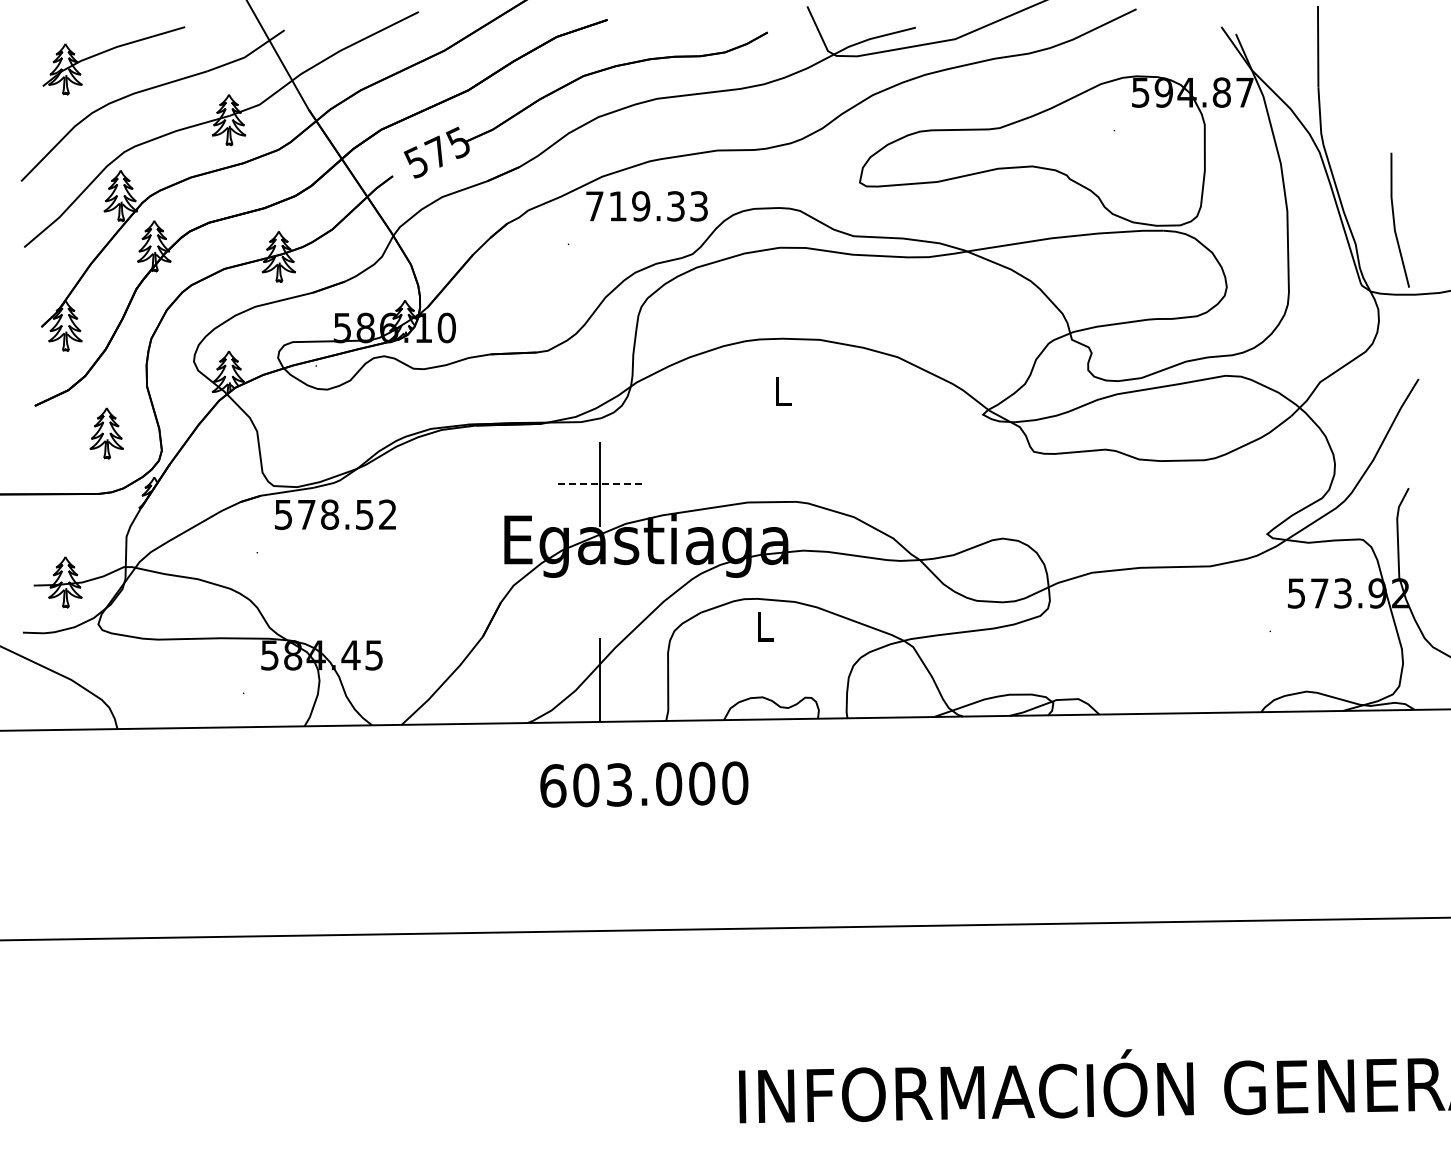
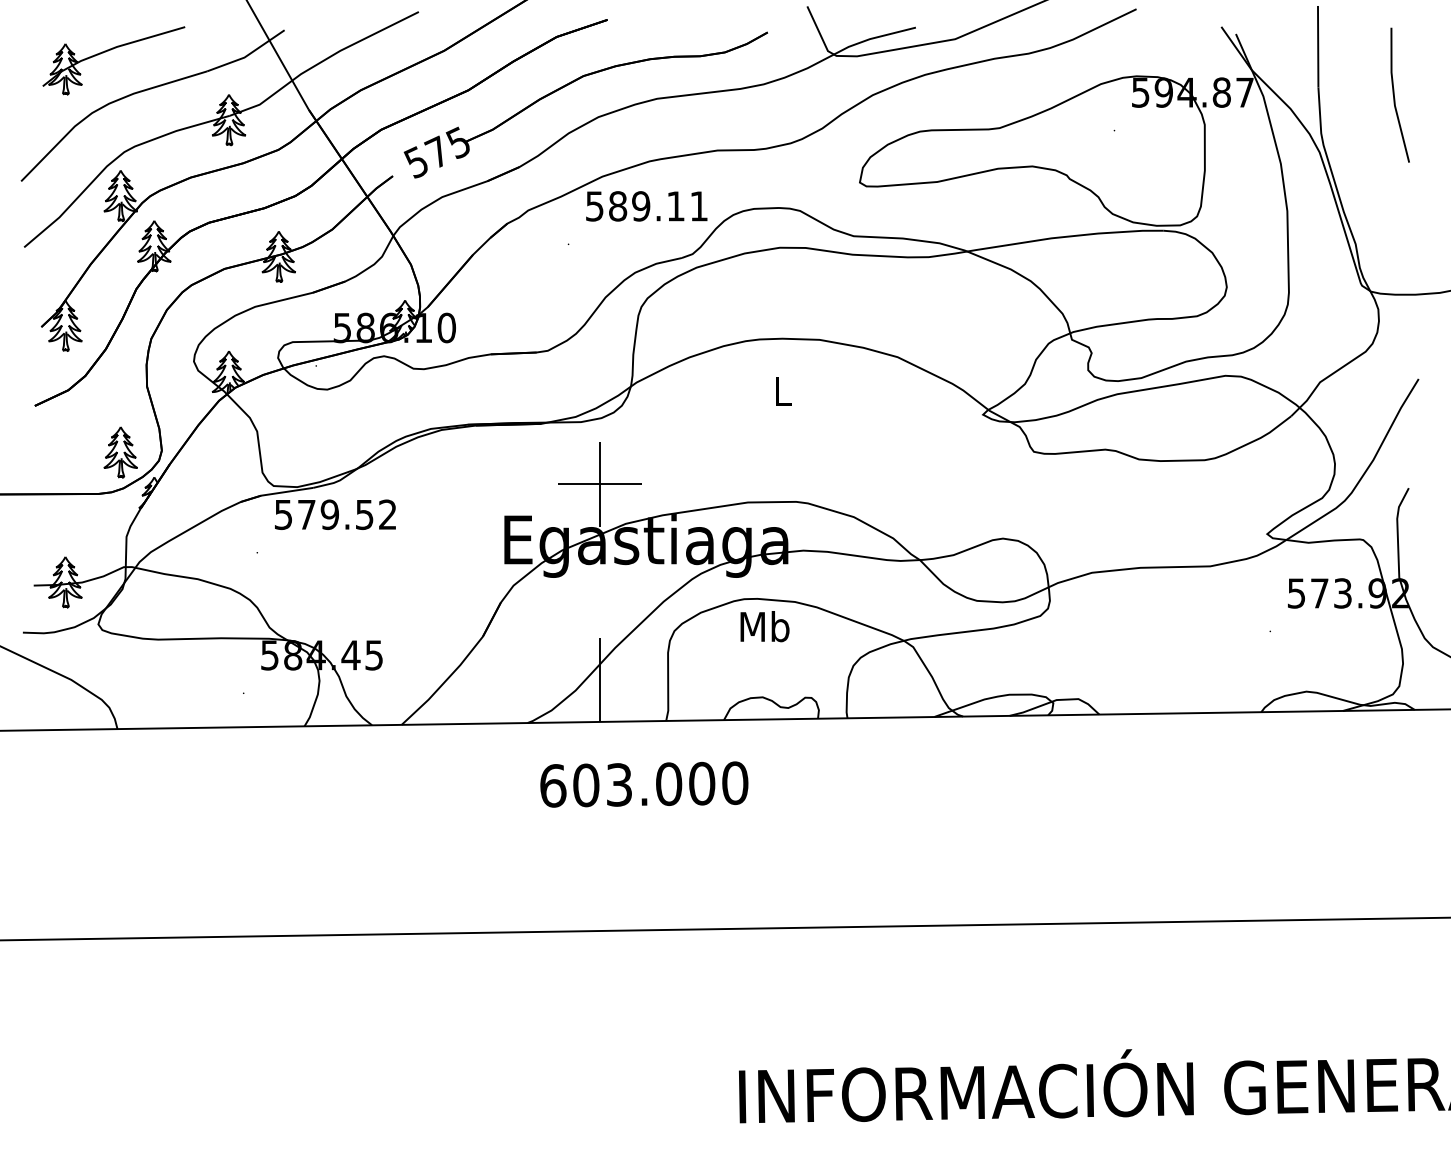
text at (646, 206): 719.33 -> 589.11
line at (1394, 219) position: (1394, 219) -> (1394, 94)
part at (106, 433) position: (106, 433) -> (120, 452)
line at (600, 484): dashed -> solid
text at (329, 514): 578.52 -> 579.52
text at (764, 626): L -> Mb
